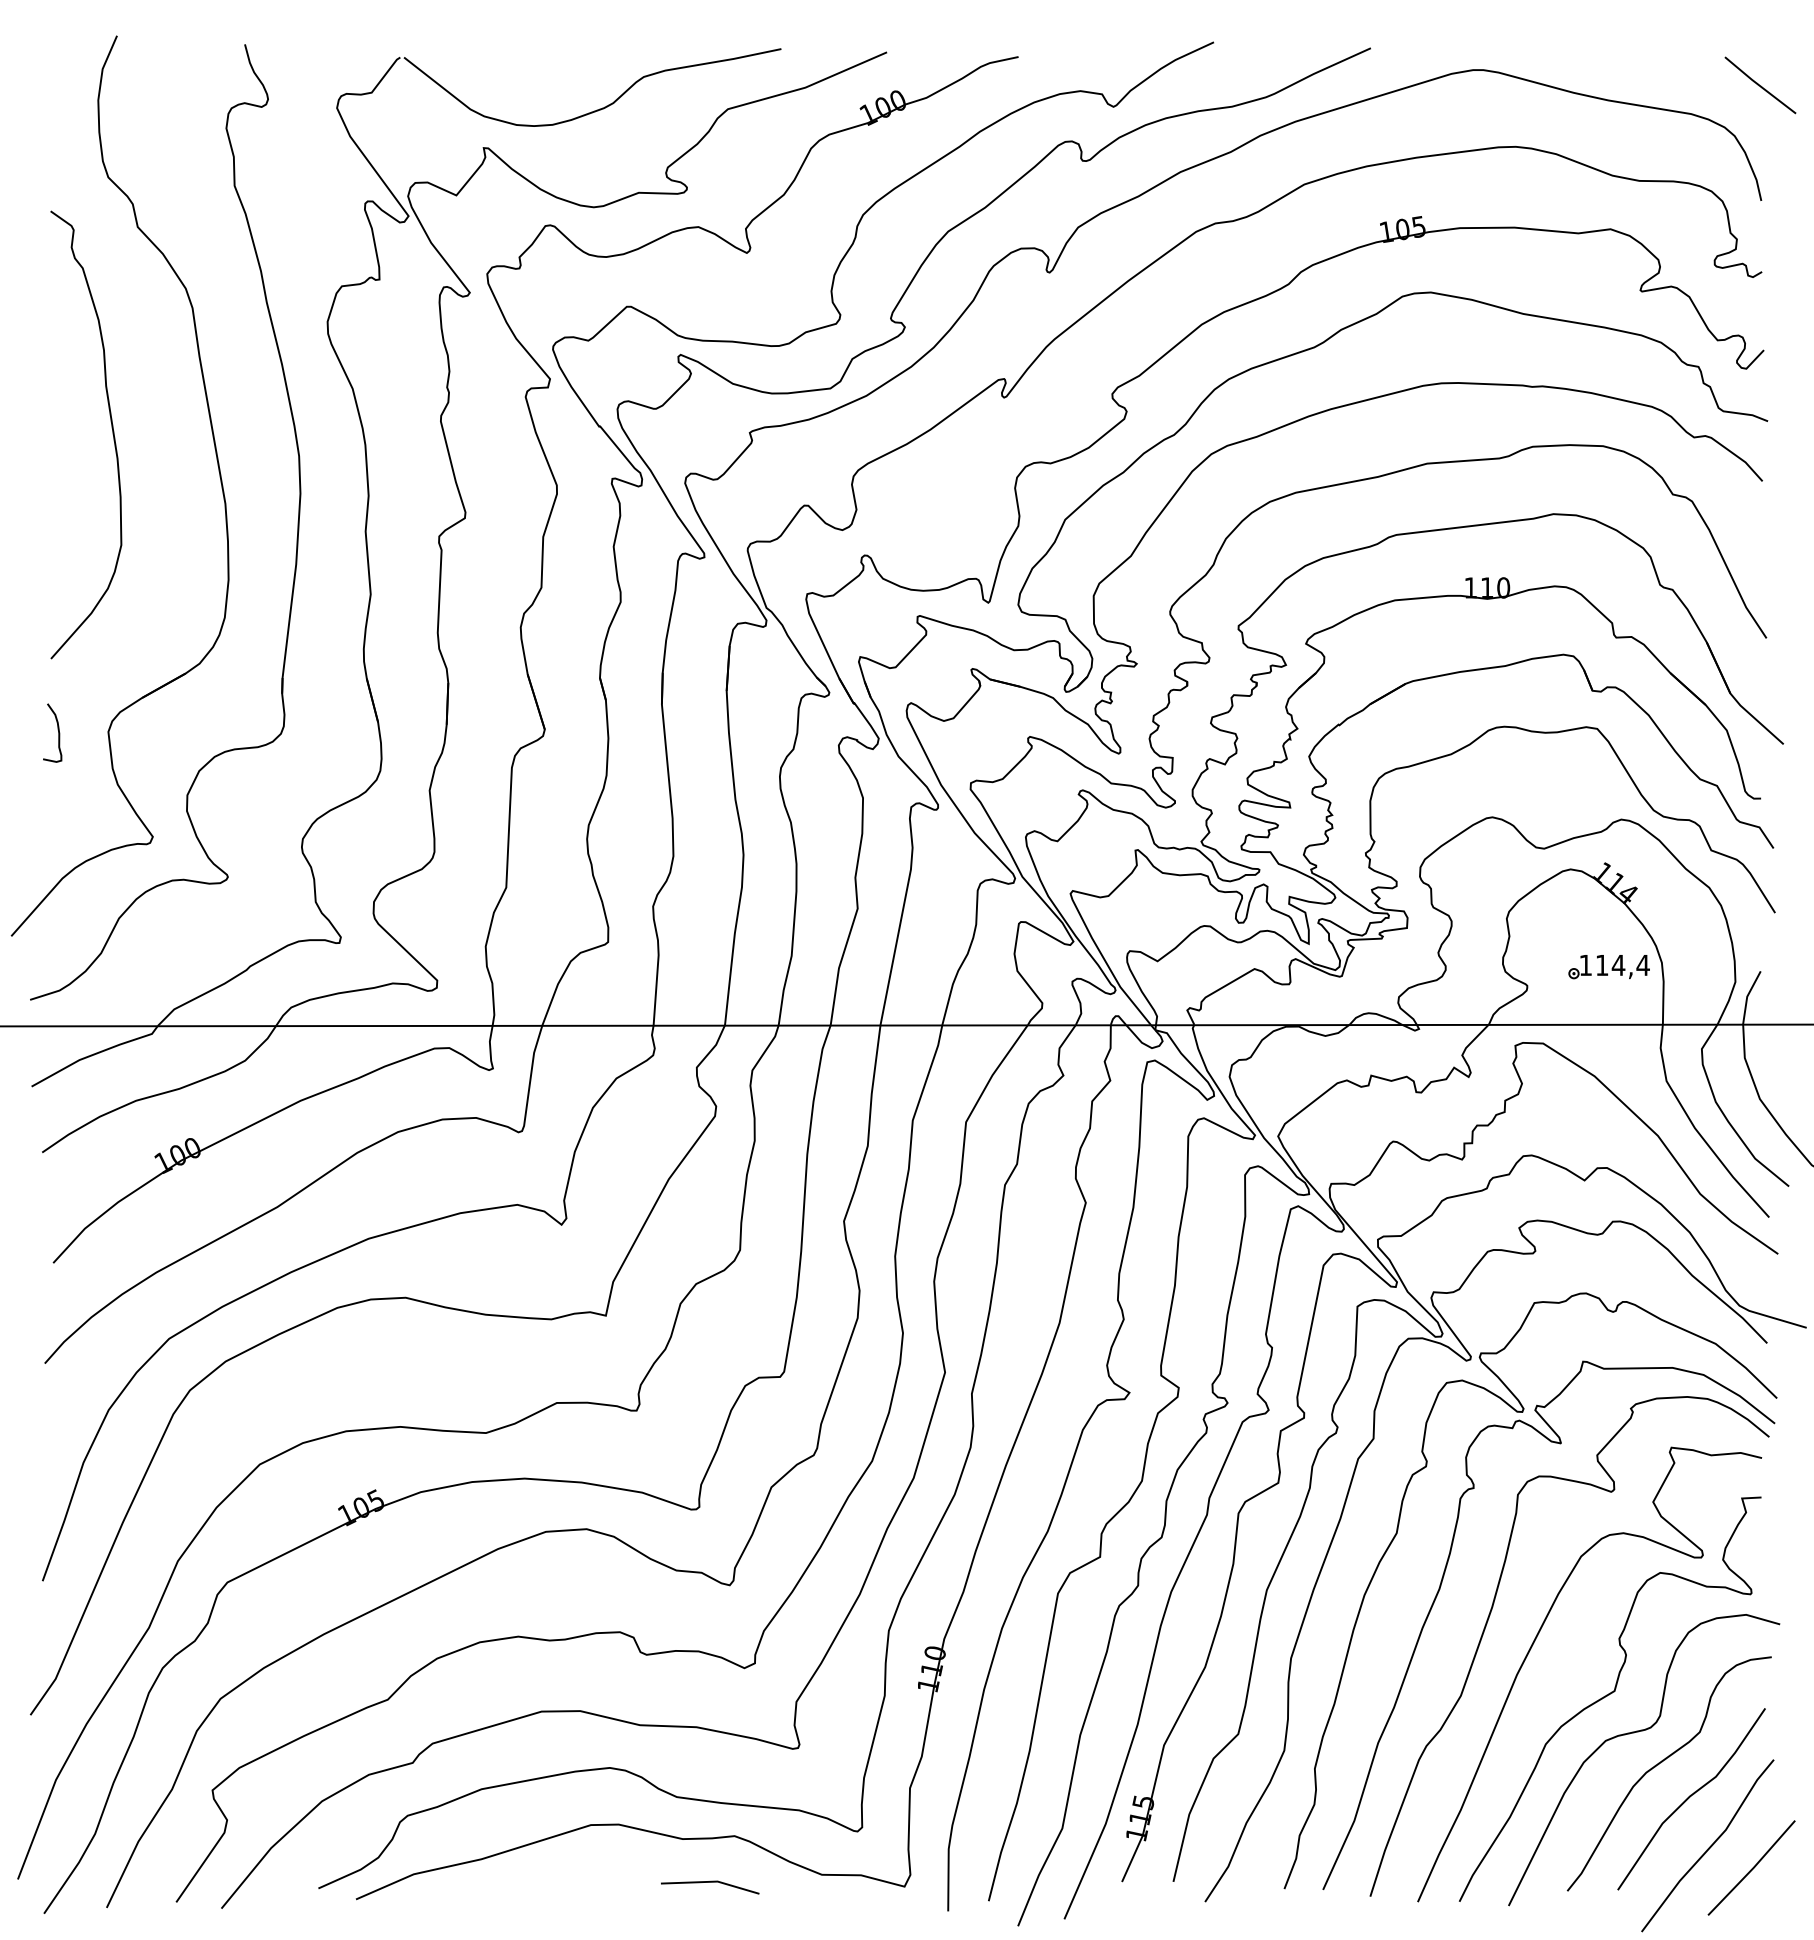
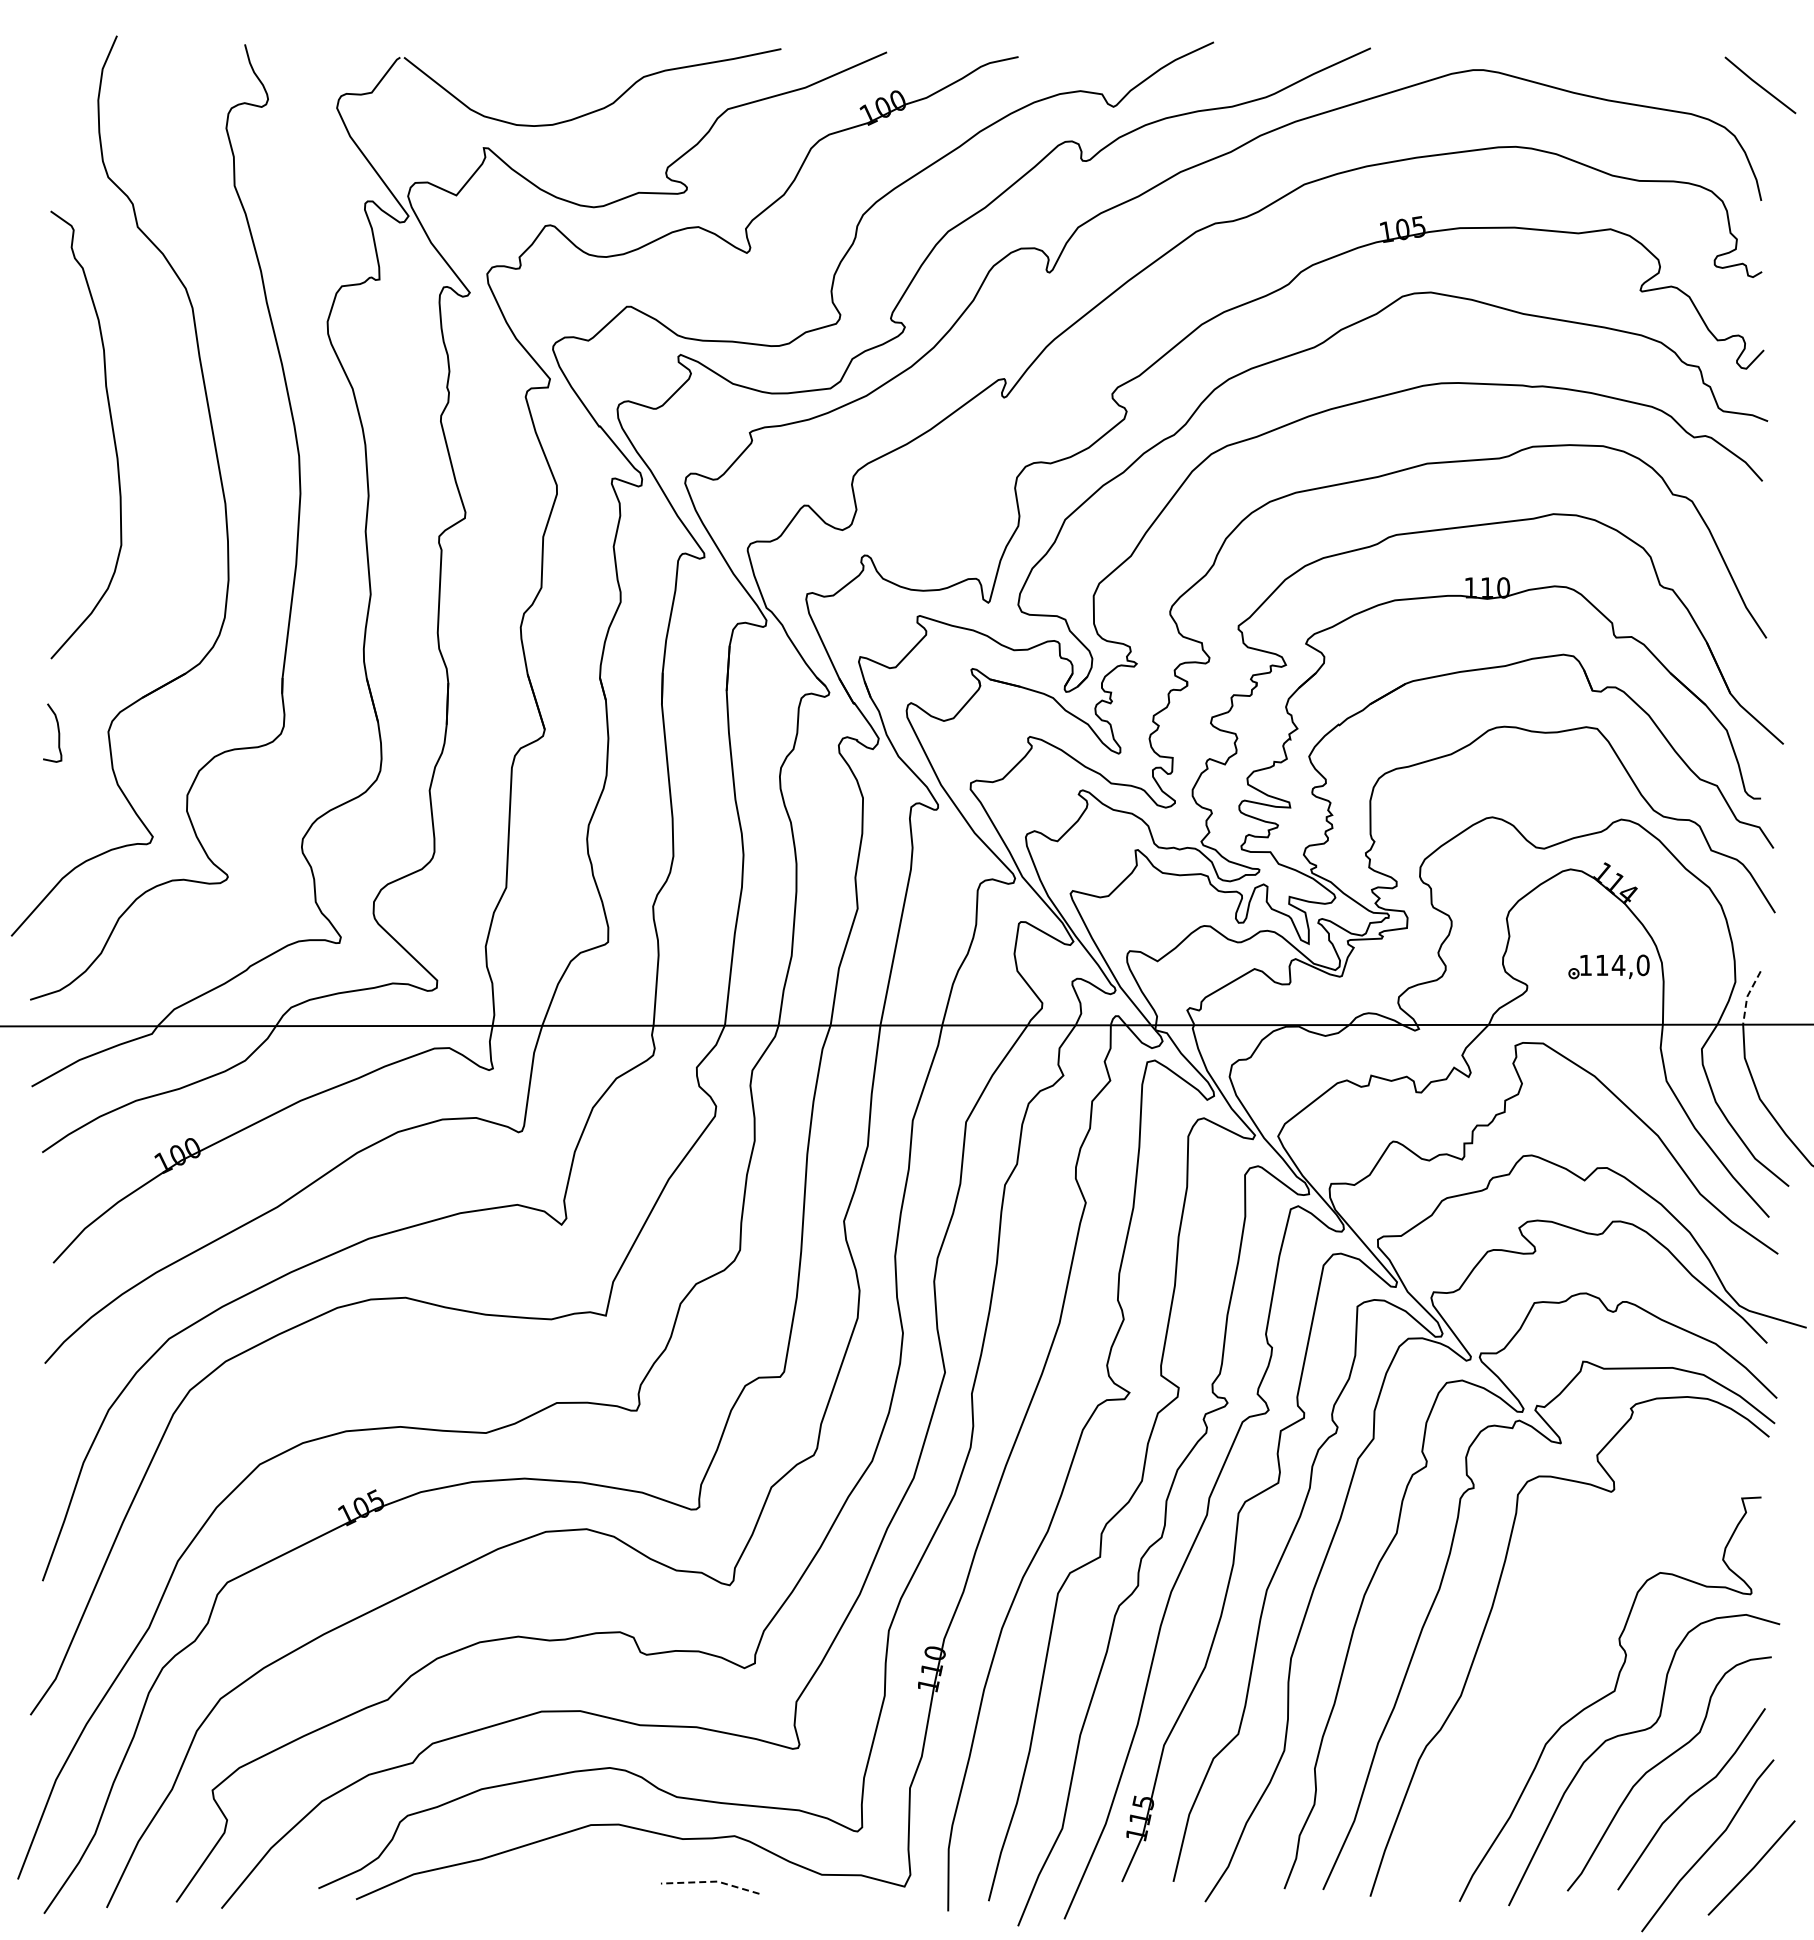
text at (1642, 965): 114,4 -> 114,0
line at (1747, 996): solid -> dashed
curve at (1533, 1645): present -> none
line at (711, 1881): solid -> dashed
